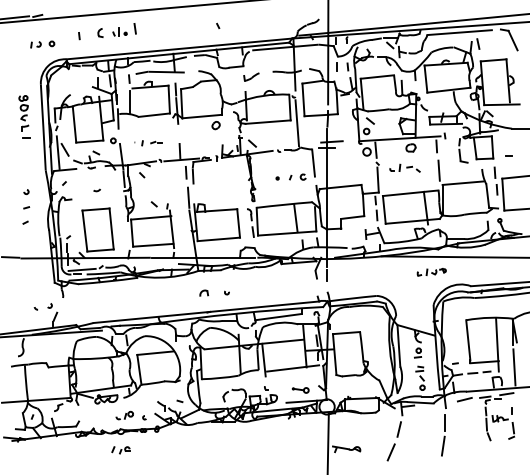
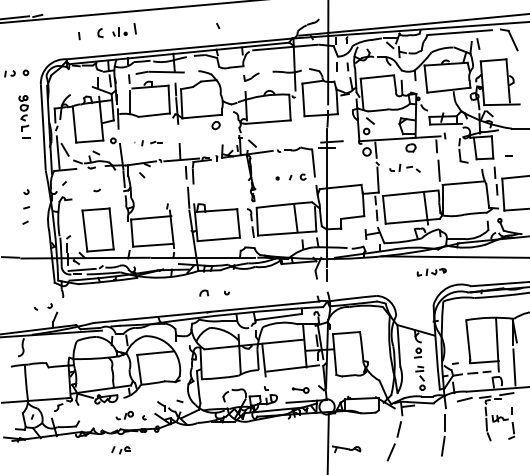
part at (42, 44) position: (42, 44) -> (16, 73)
line at (296, 123): present -> none
line at (153, 204): present -> none
